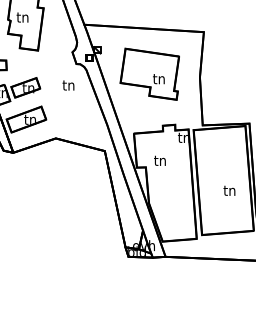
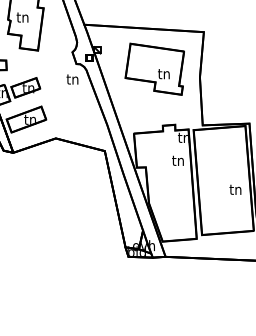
part at (149, 73) position: (149, 73) -> (154, 68)
text at (68, 85) position: (68, 85) -> (72, 79)
text at (159, 160) position: (159, 160) -> (177, 160)
text at (229, 190) position: (229, 190) -> (235, 189)
